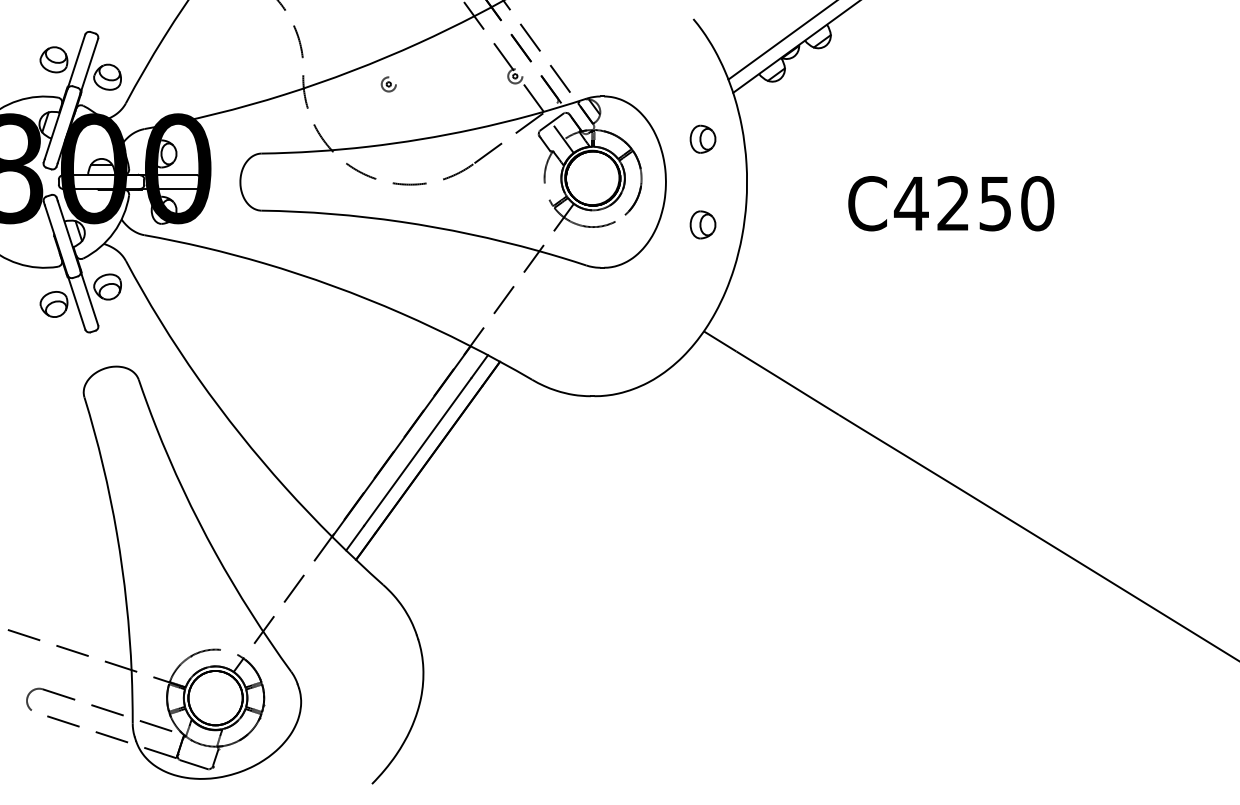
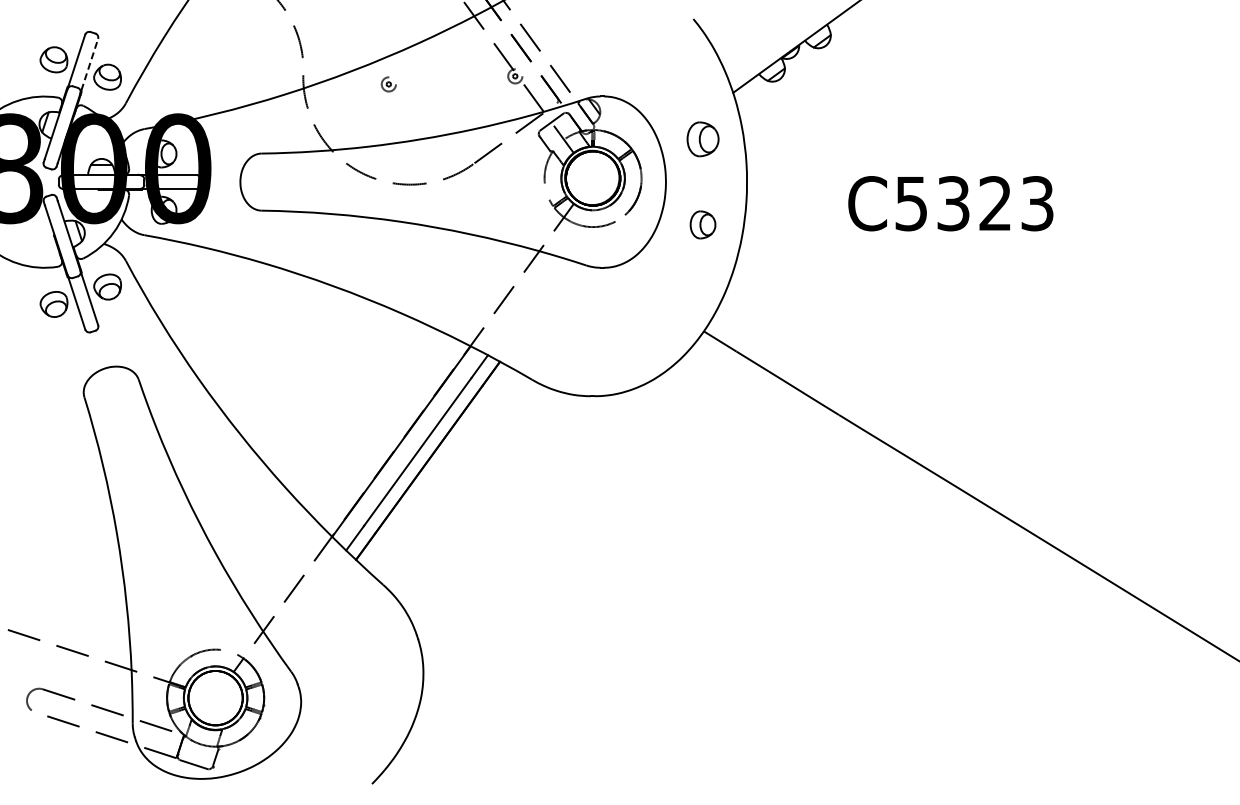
line at (781, 40): present -> none
line at (89, 64): solid -> dashed
part at (702, 138) size: 28x30 px -> 34x37 px
text at (973, 203): C4250 -> C5323
